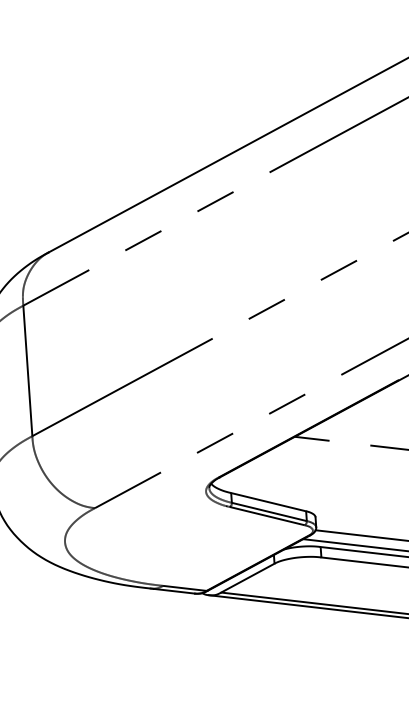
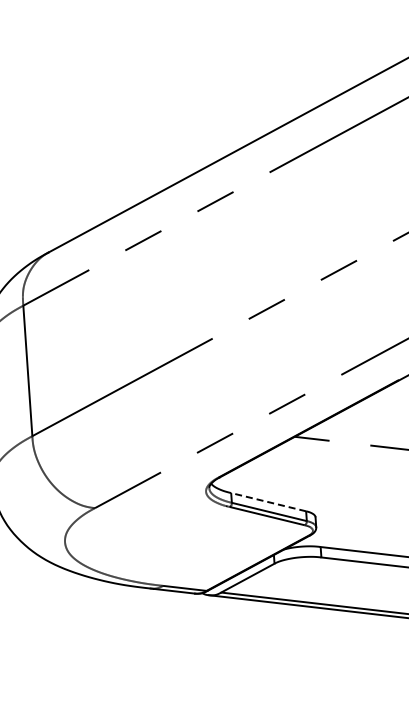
line at (268, 502): solid -> dashed
line at (360, 535): present -> none
line at (354, 544): present -> none
